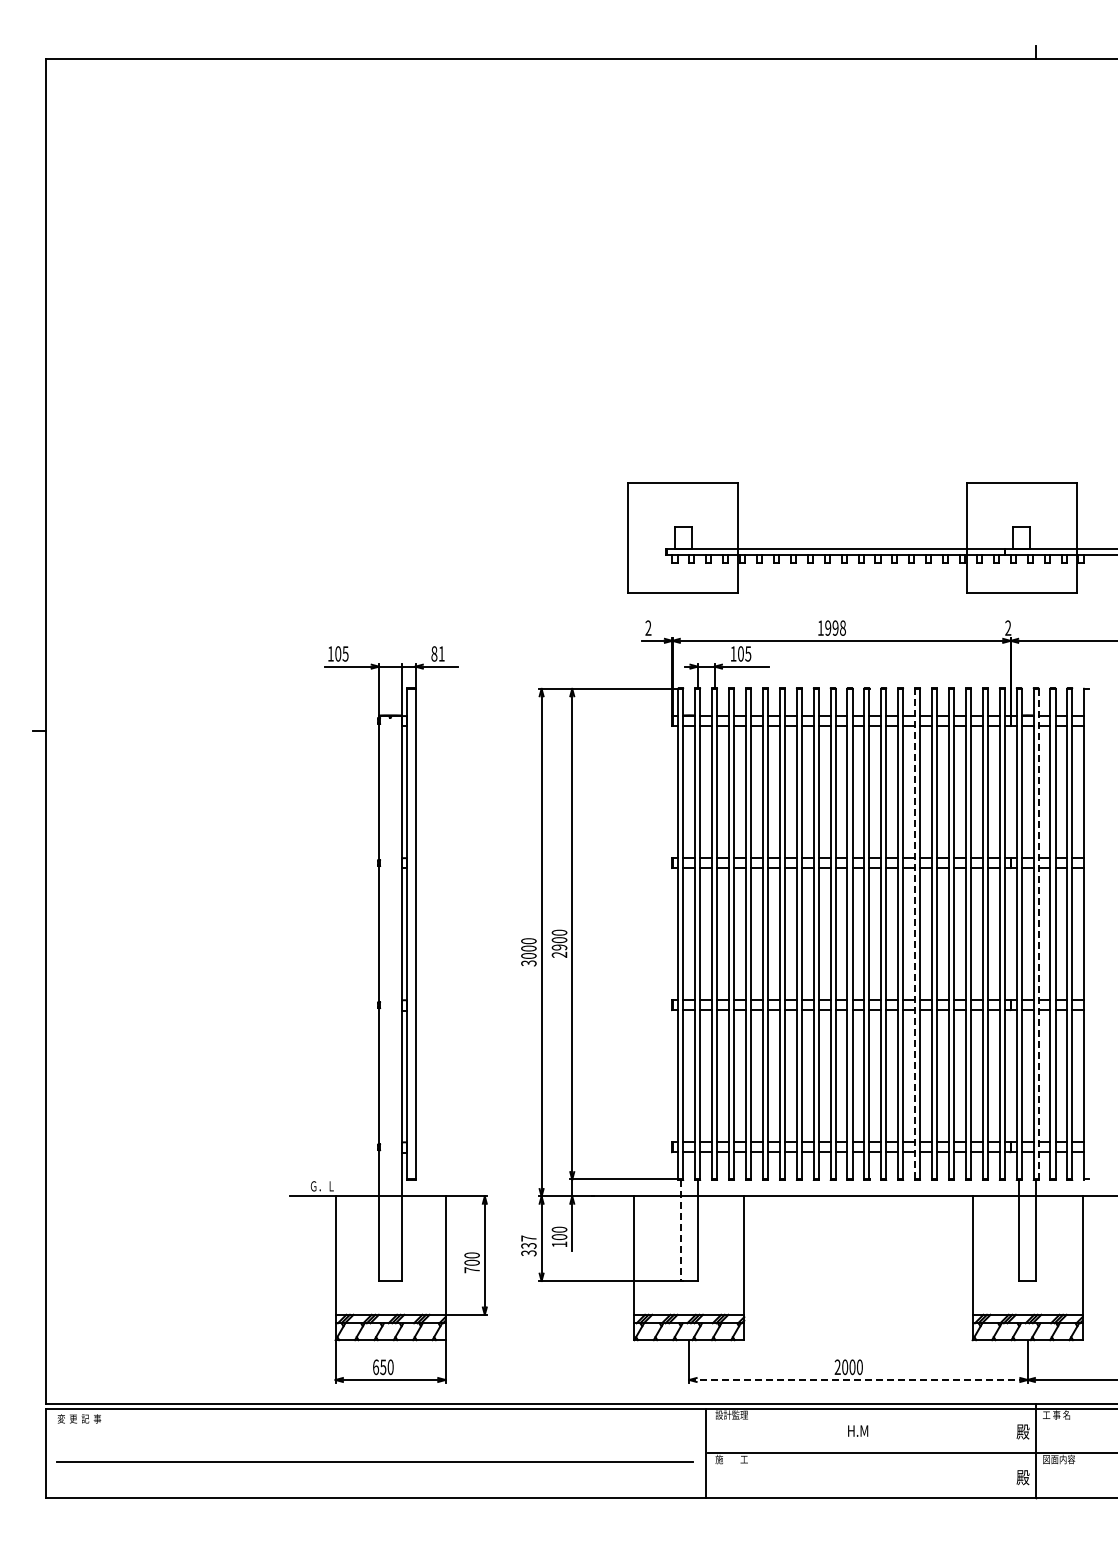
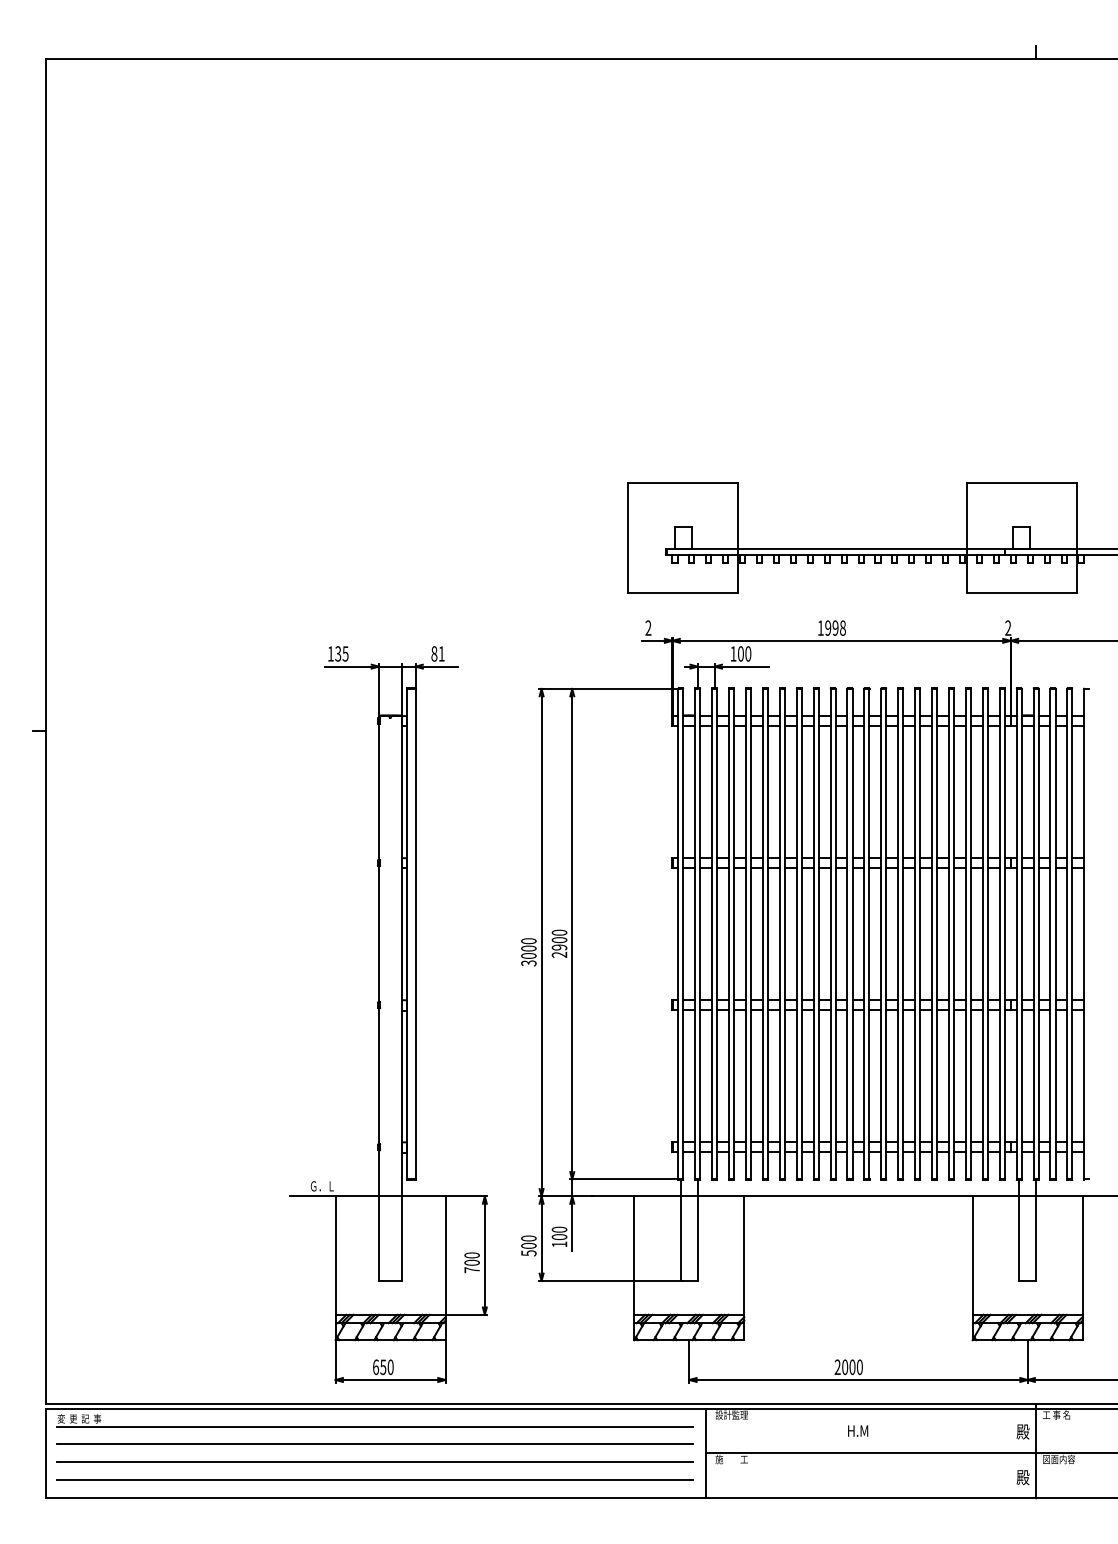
text at (338, 653): 105 -> 135
text at (748, 653): 105 -> 100
line at (915, 933): dashed -> solid
line at (1038, 934): dashed -> solid
line at (680, 1230): dashed -> solid
text at (528, 1245): 337 -> 500
line at (858, 1379): dashed -> solid
line at (374, 1426): none -> present
line at (374, 1444): none -> present
line at (374, 1479): none -> present
